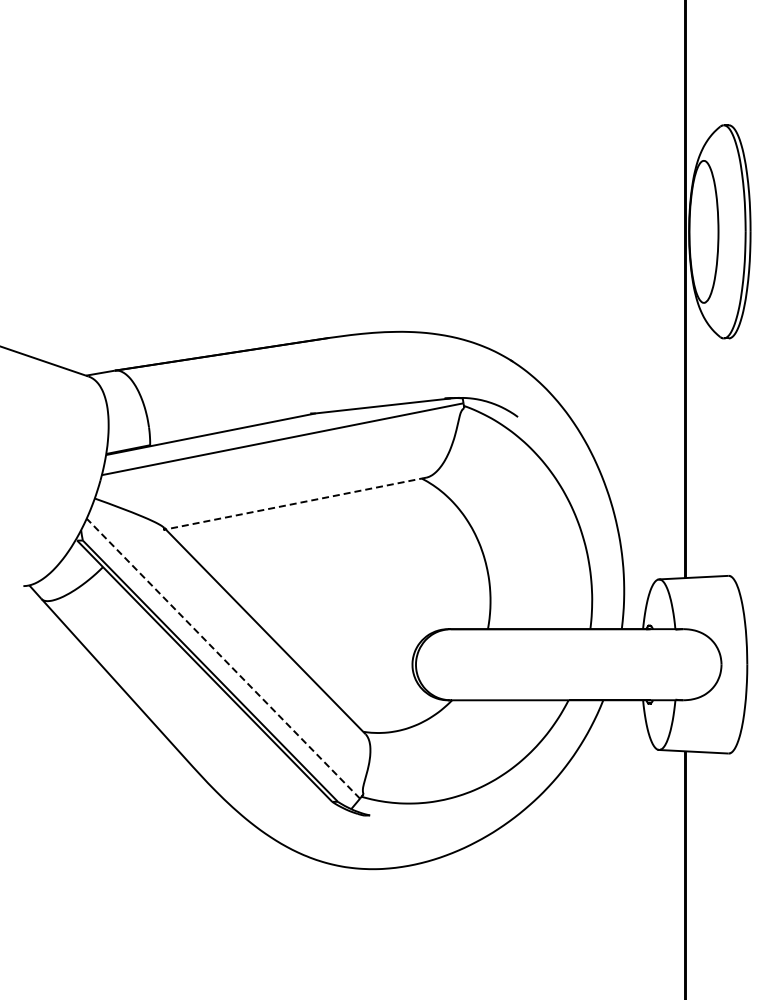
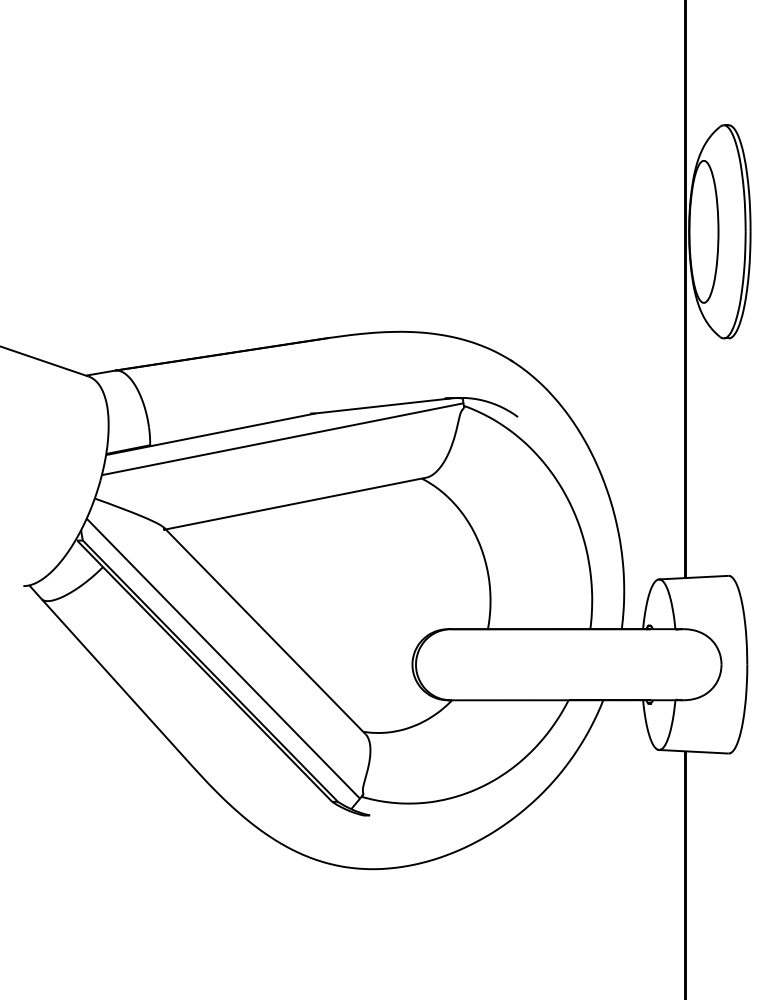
line at (295, 503): dashed -> solid
line at (223, 658): dashed -> solid
